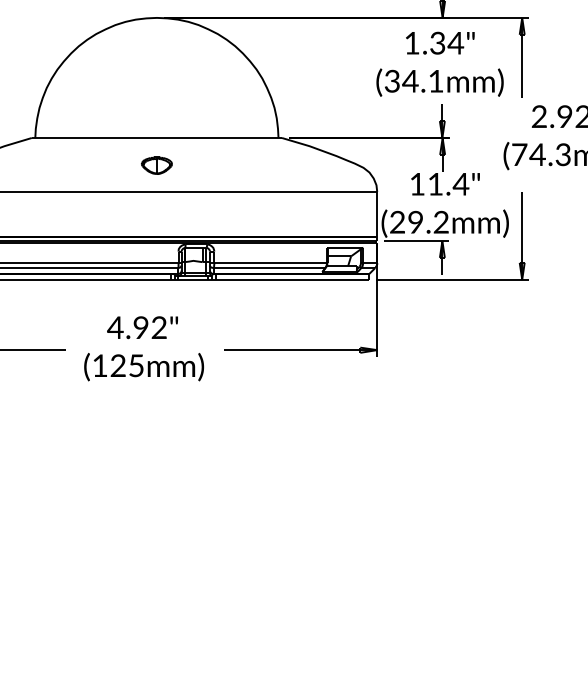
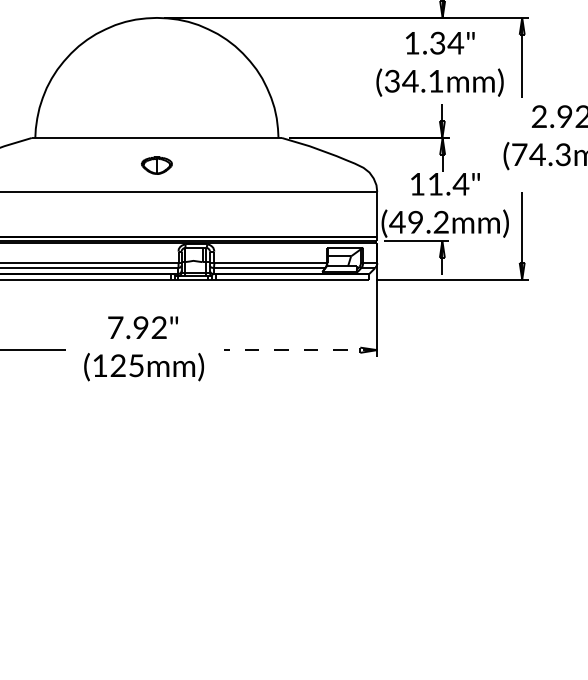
text at (397, 221): (29.2mm) -> (49.2mm)
text at (115, 327): 4.92" -> 7.92"
line at (300, 350): solid -> dashed
